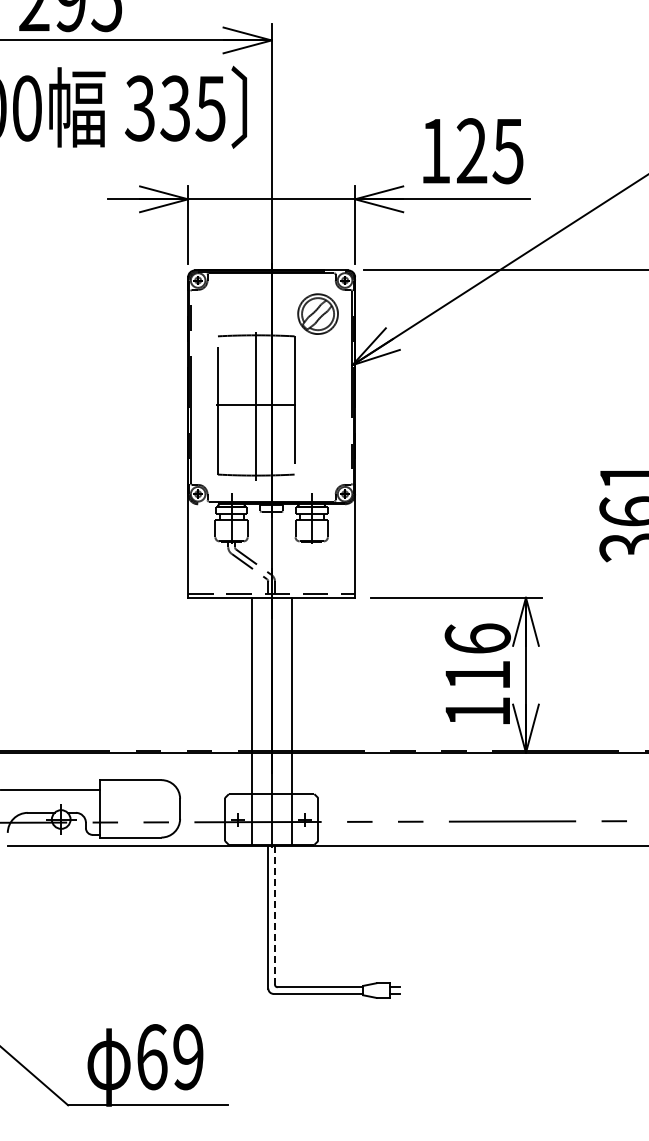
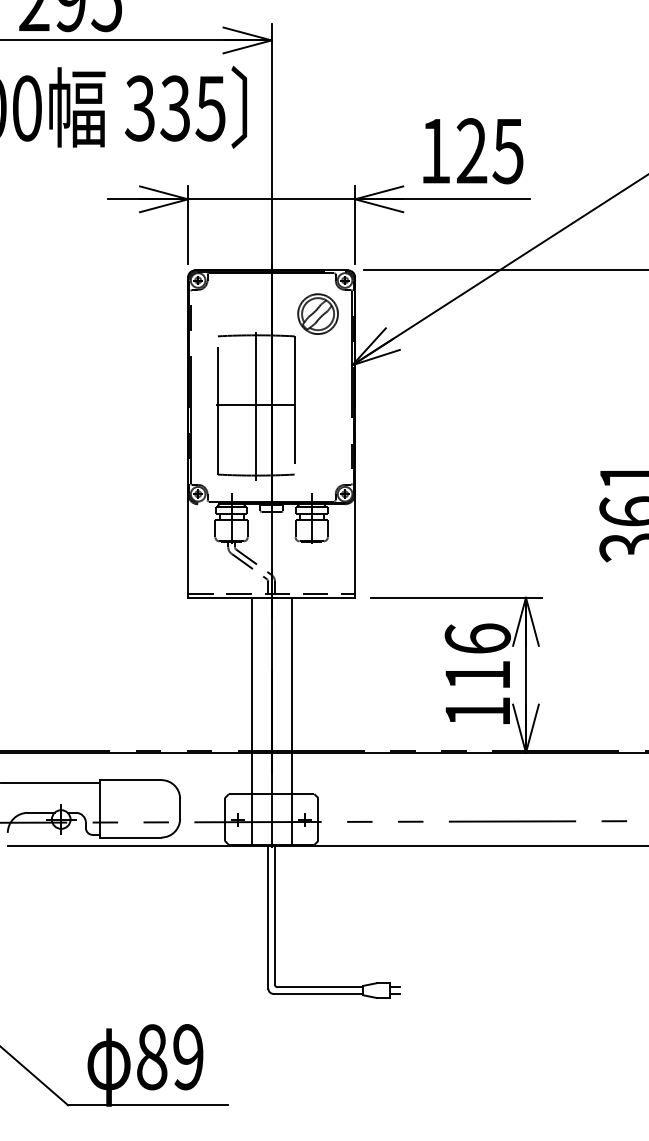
line at (50, 789) position: (50, 789) -> (50, 782)
line at (274, 914): dashed -> solid
text at (152, 1057): 69 -> 89
